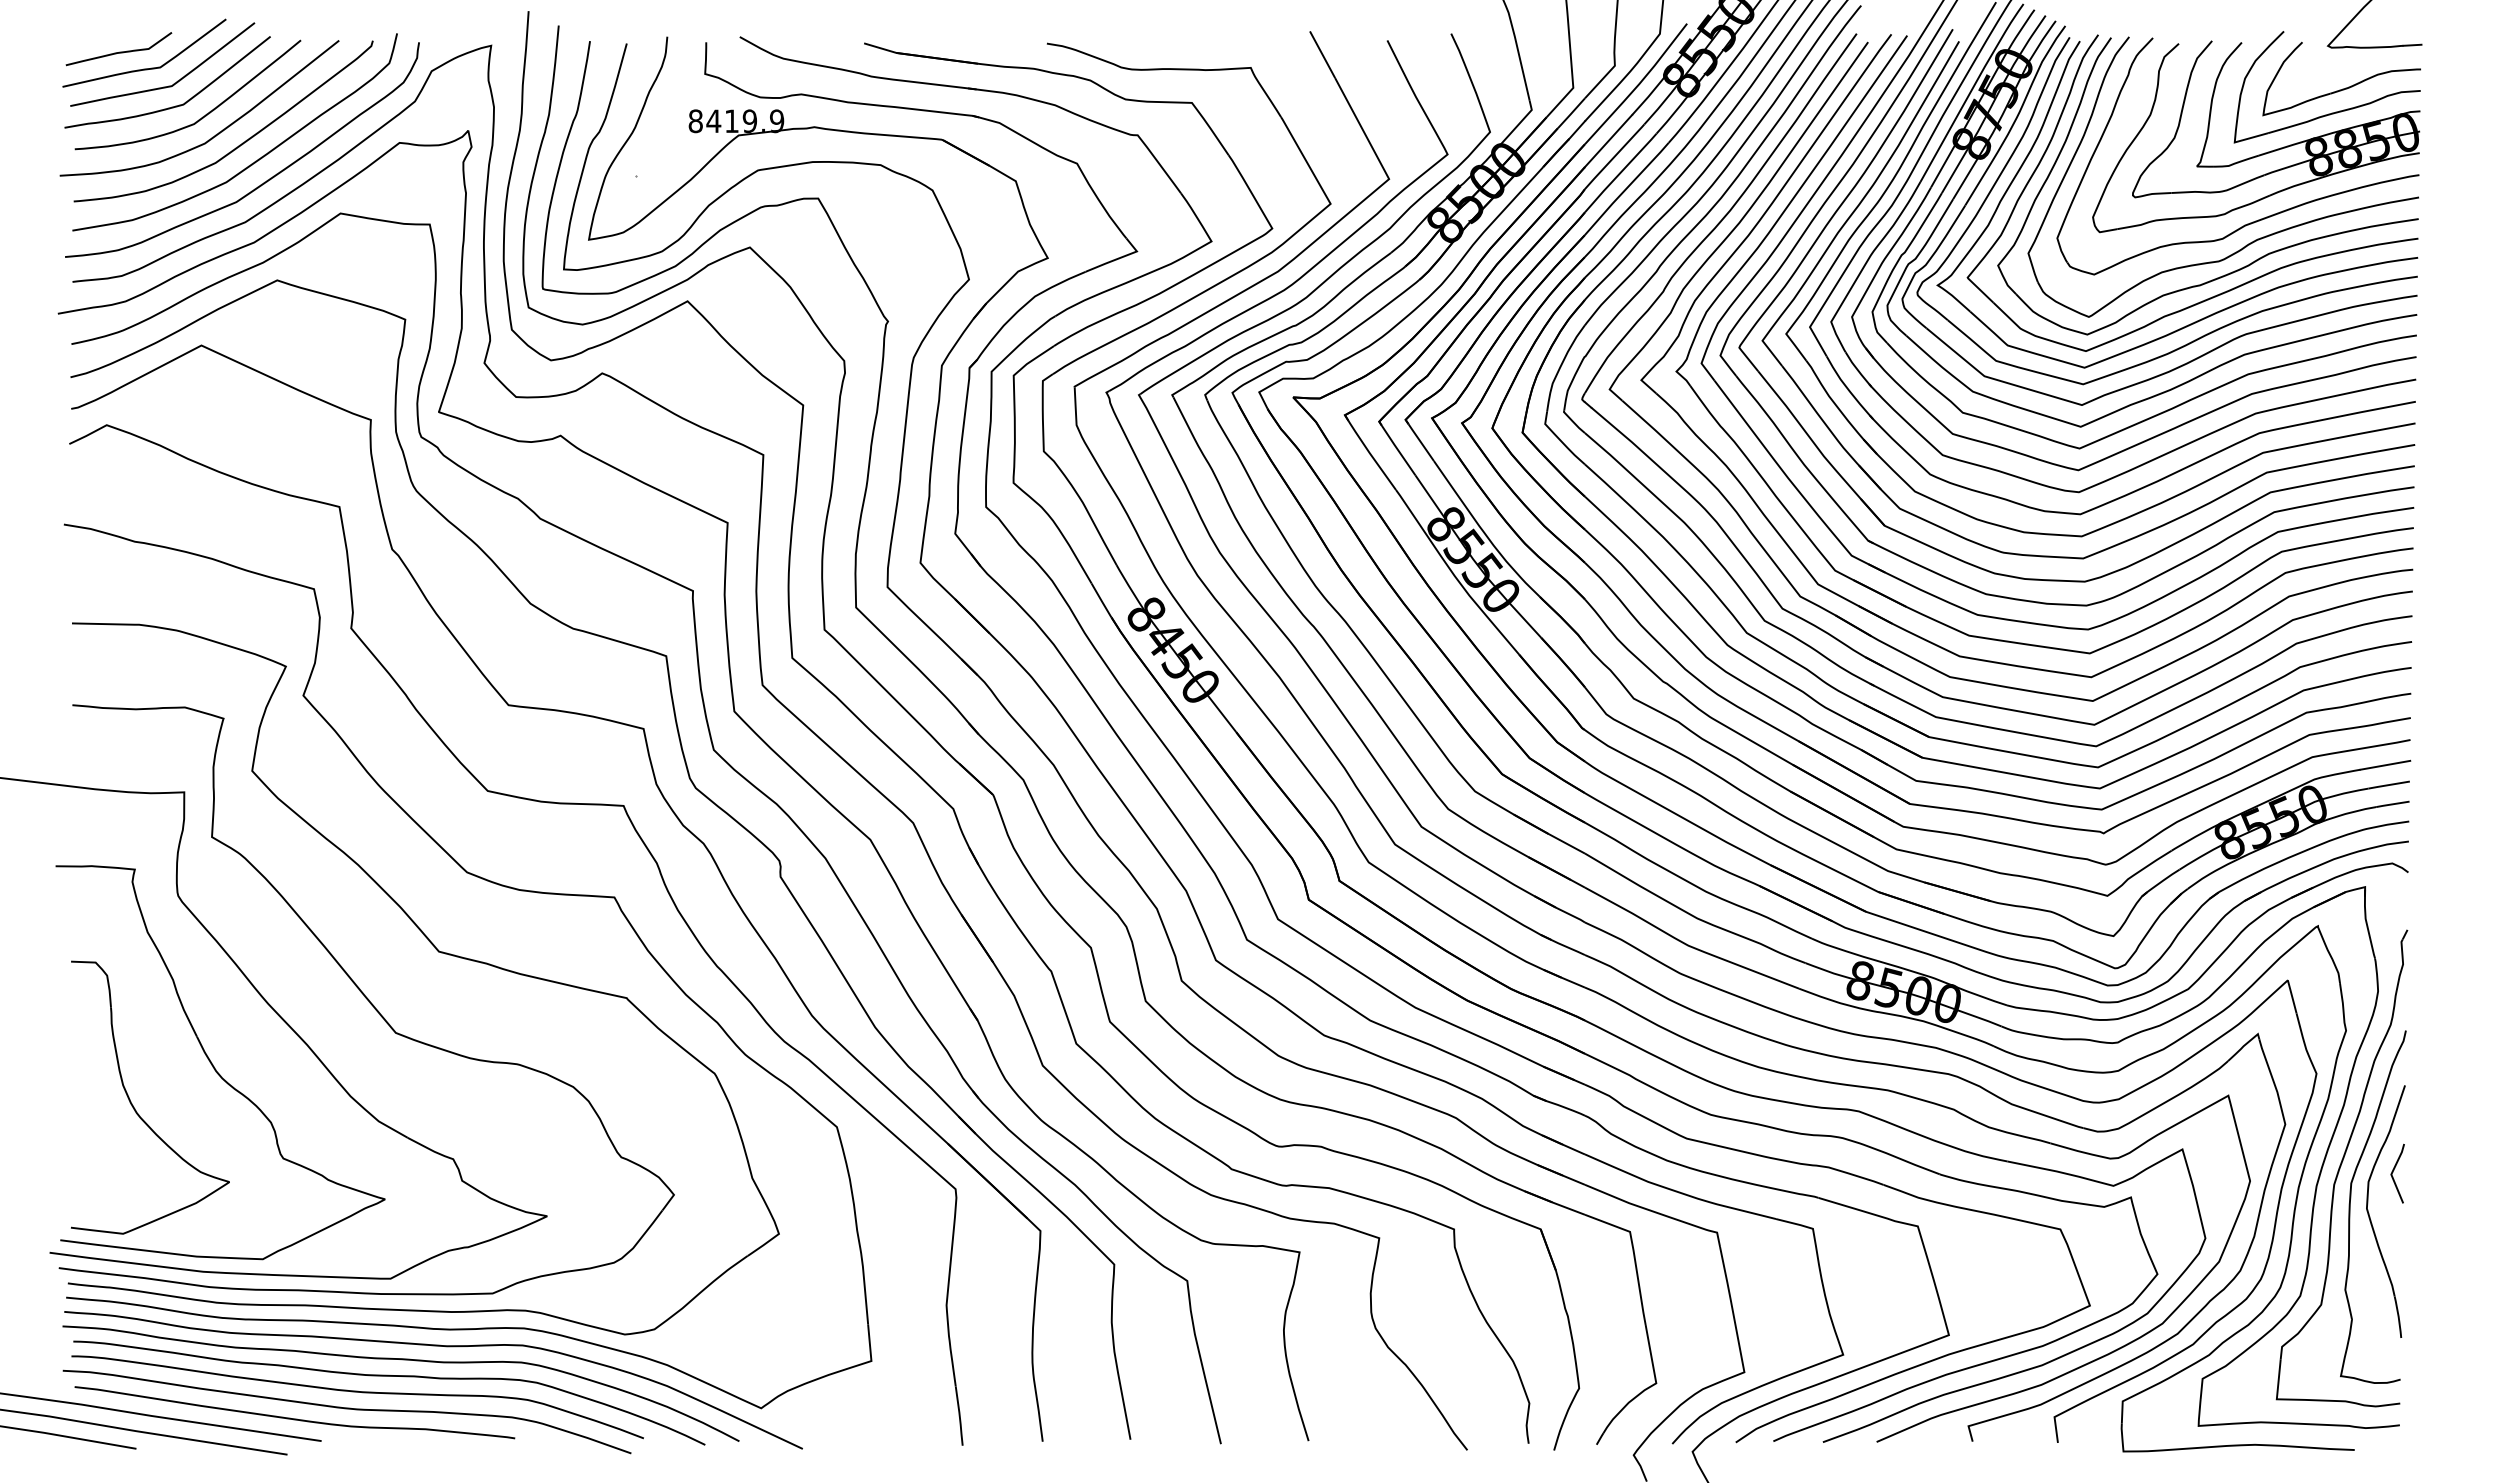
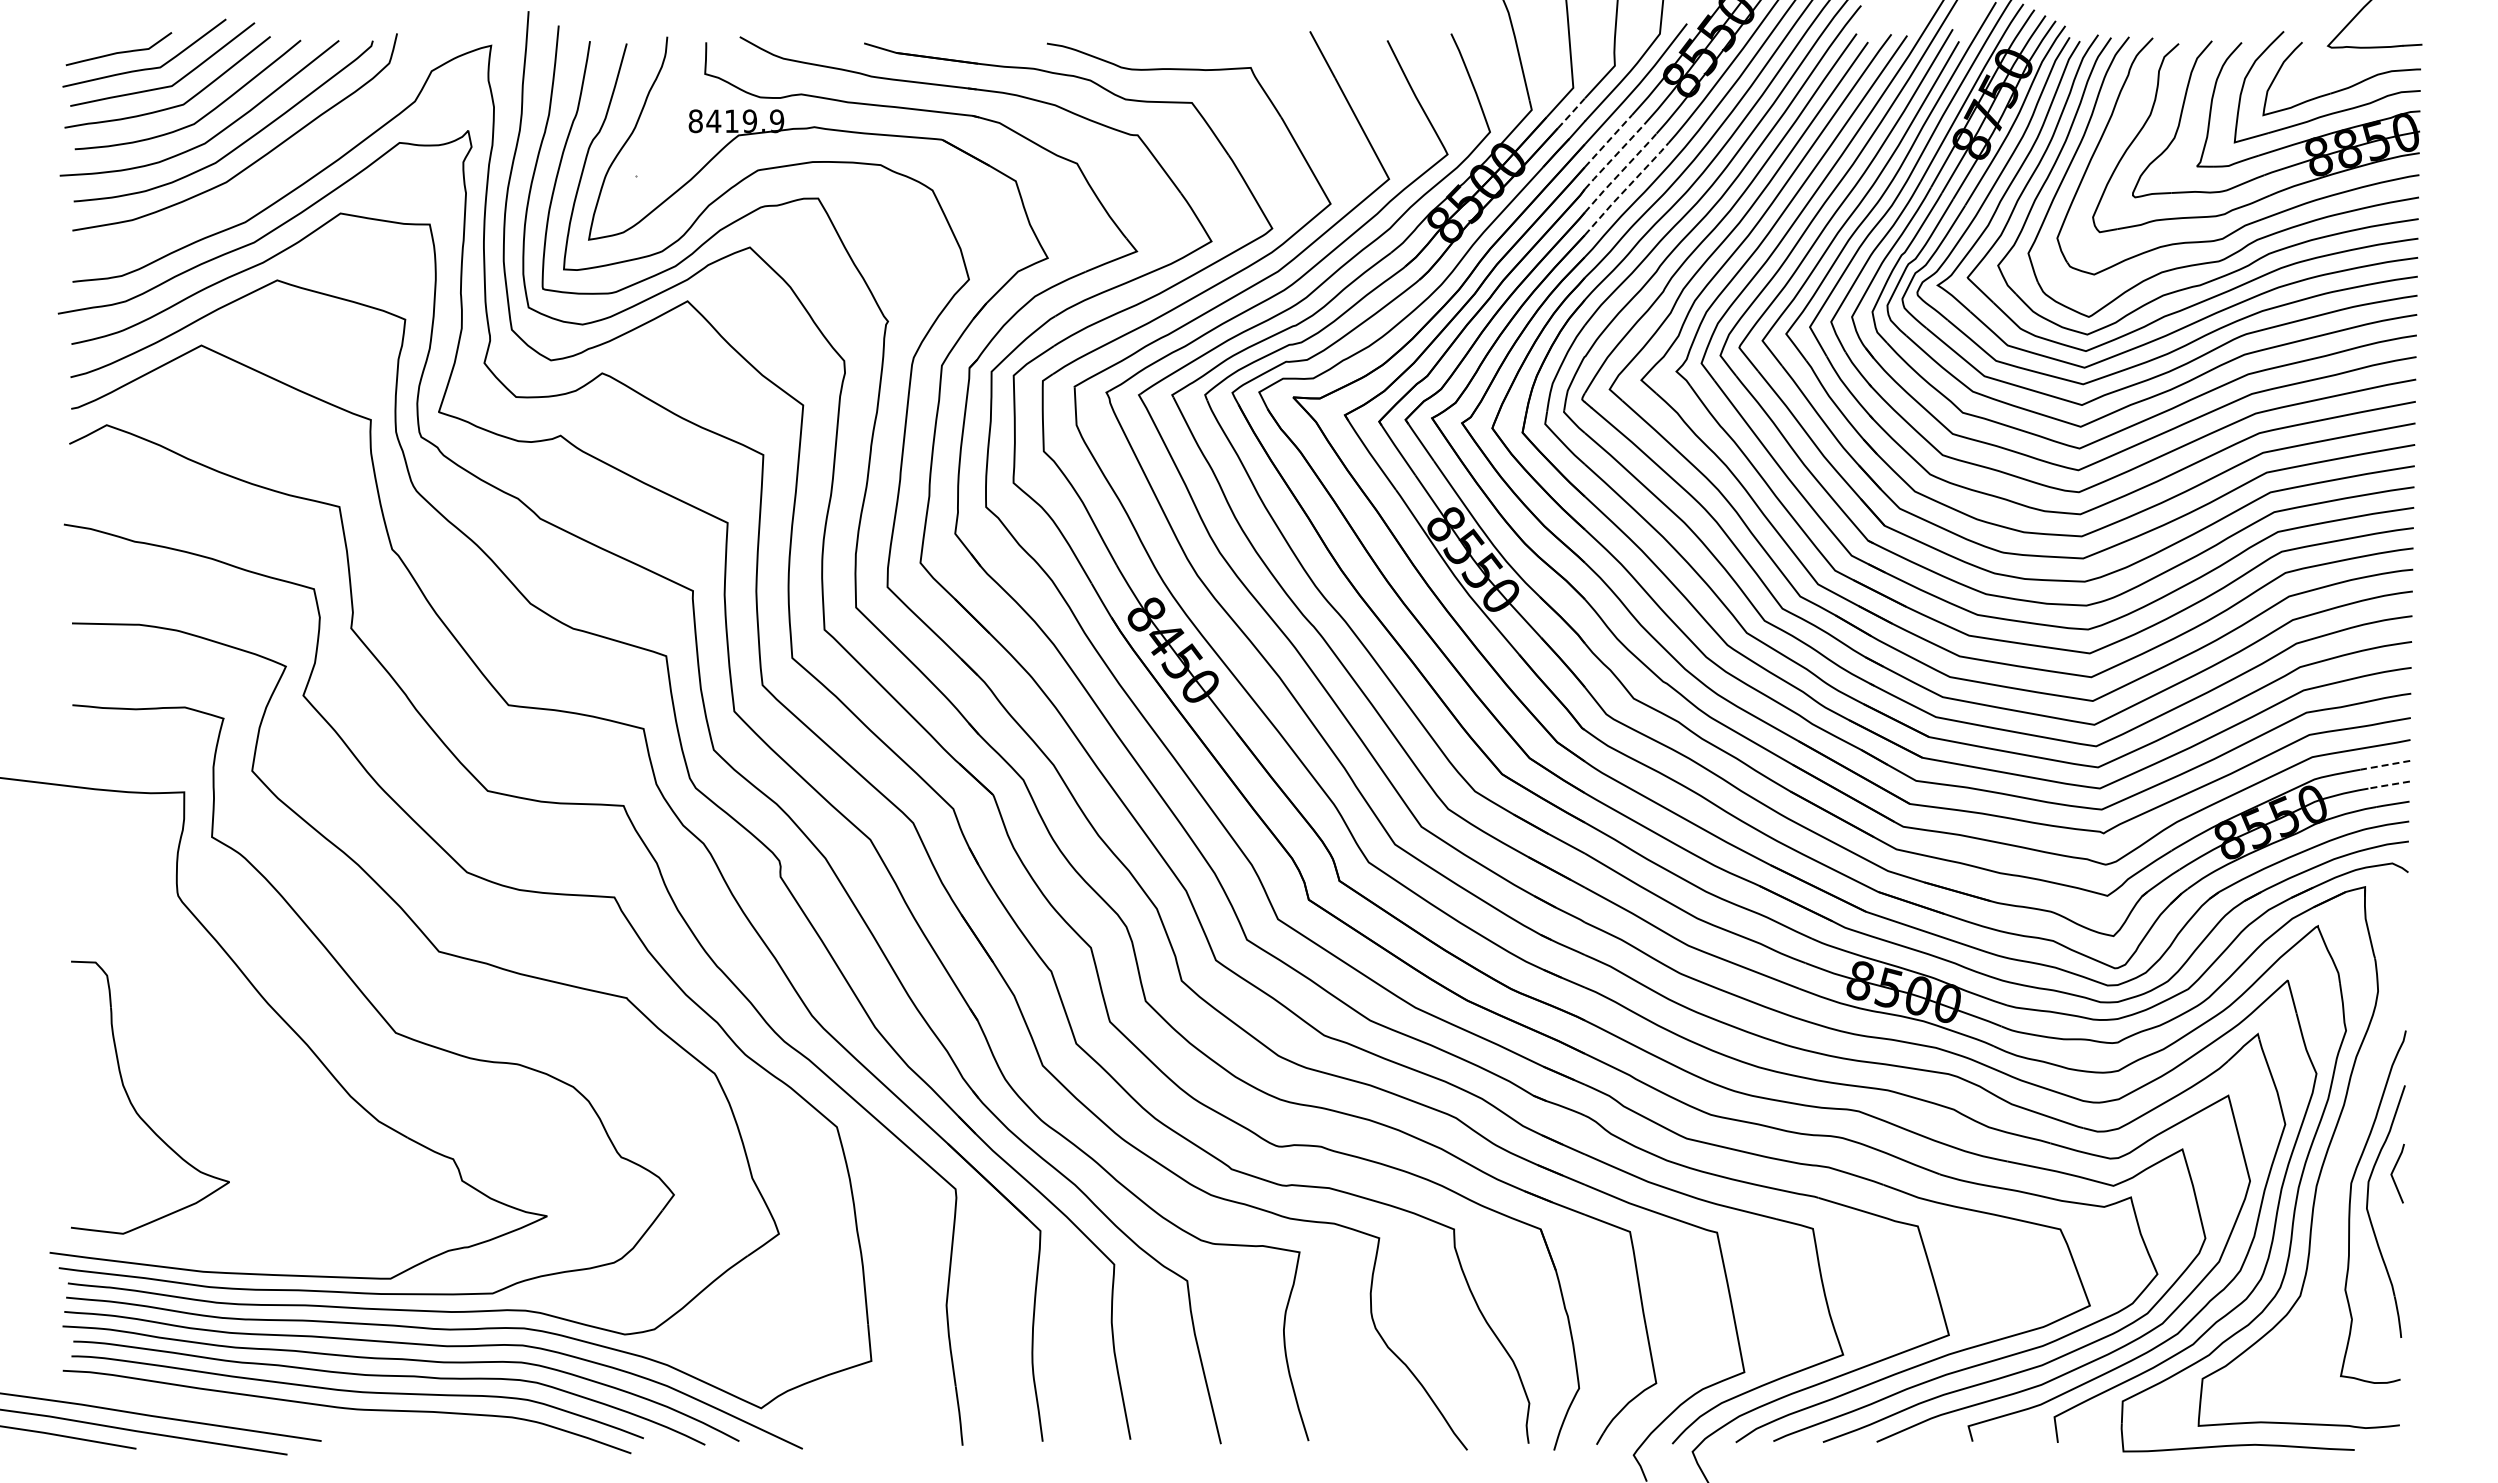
line at (1571, 113): solid -> dashed
line at (1608, 140): solid -> dashed
line at (1615, 156): solid -> dashed
line at (1620, 172): solid -> dashed
curve at (267, 179): present -> none
line at (1626, 188): solid -> dashed
line at (2384, 765): solid -> dashed
line at (2388, 785): solid -> dashed
part at (214, 1066): present -> none
part at (2341, 1168): present -> none
curve at (294, 1418): present -> none
